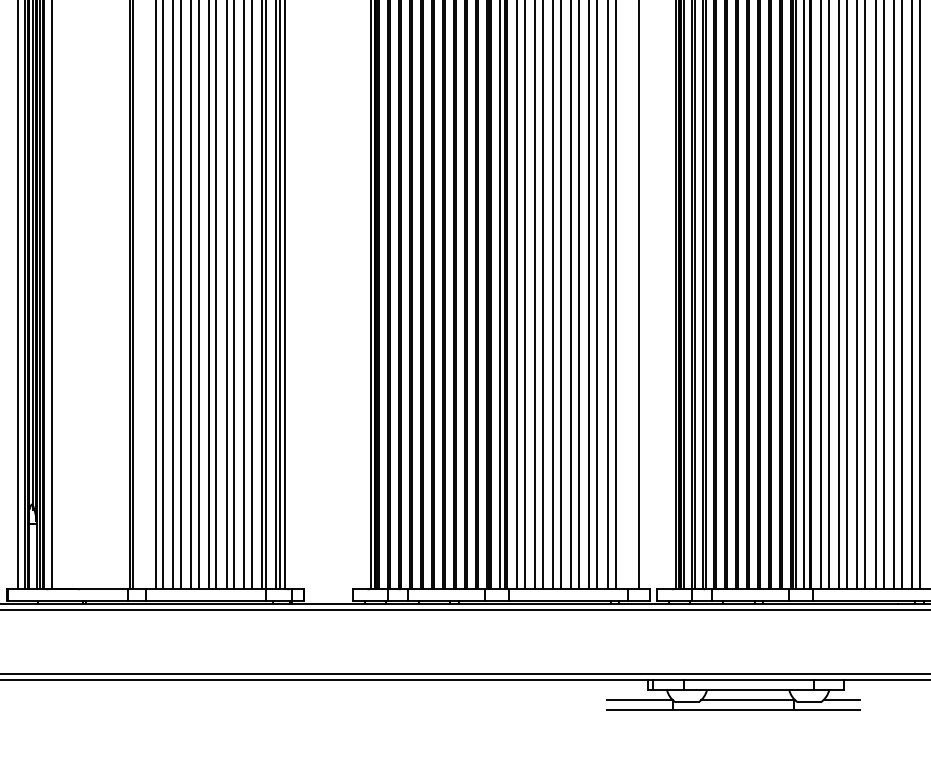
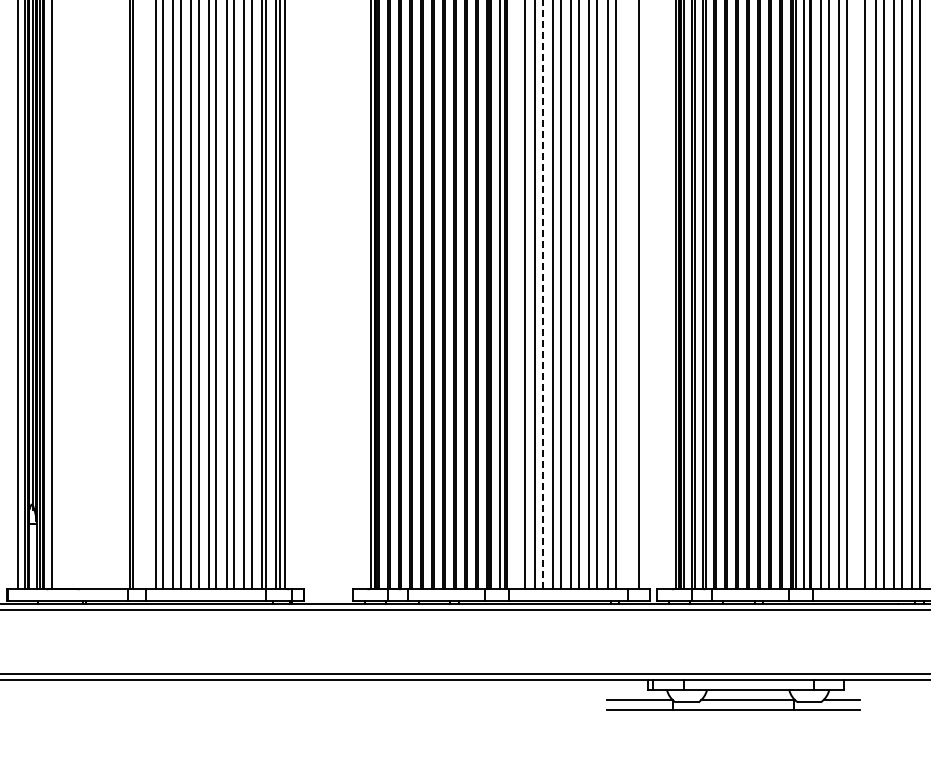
line at (542, 294): solid -> dashed
line at (516, 295): present -> none
line at (857, 295): present -> none
